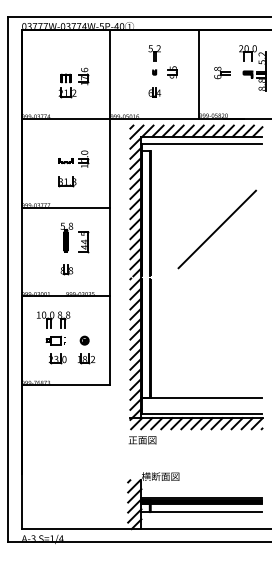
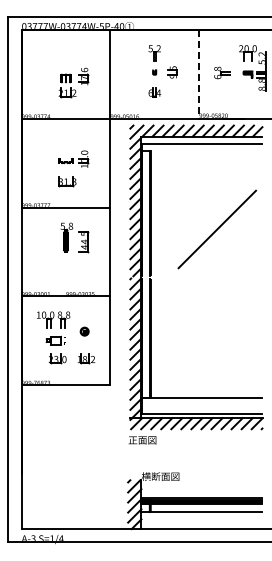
line at (199, 75): solid -> dashed
part at (66, 269): present -> none
part at (84, 340) position: (84, 340) -> (84, 331)
